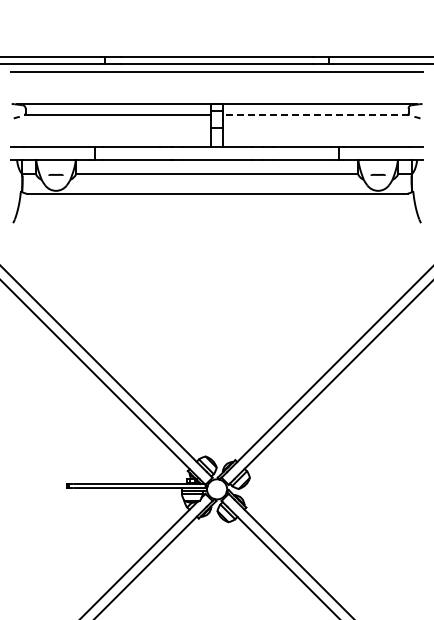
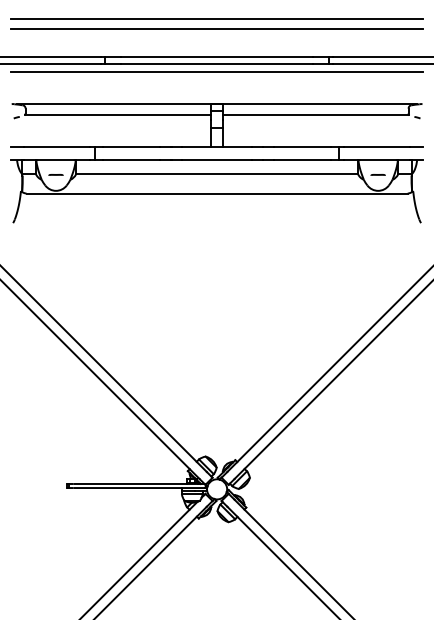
line at (216, 18): none -> present
line at (216, 29): none -> present
line at (316, 115): dashed -> solid
